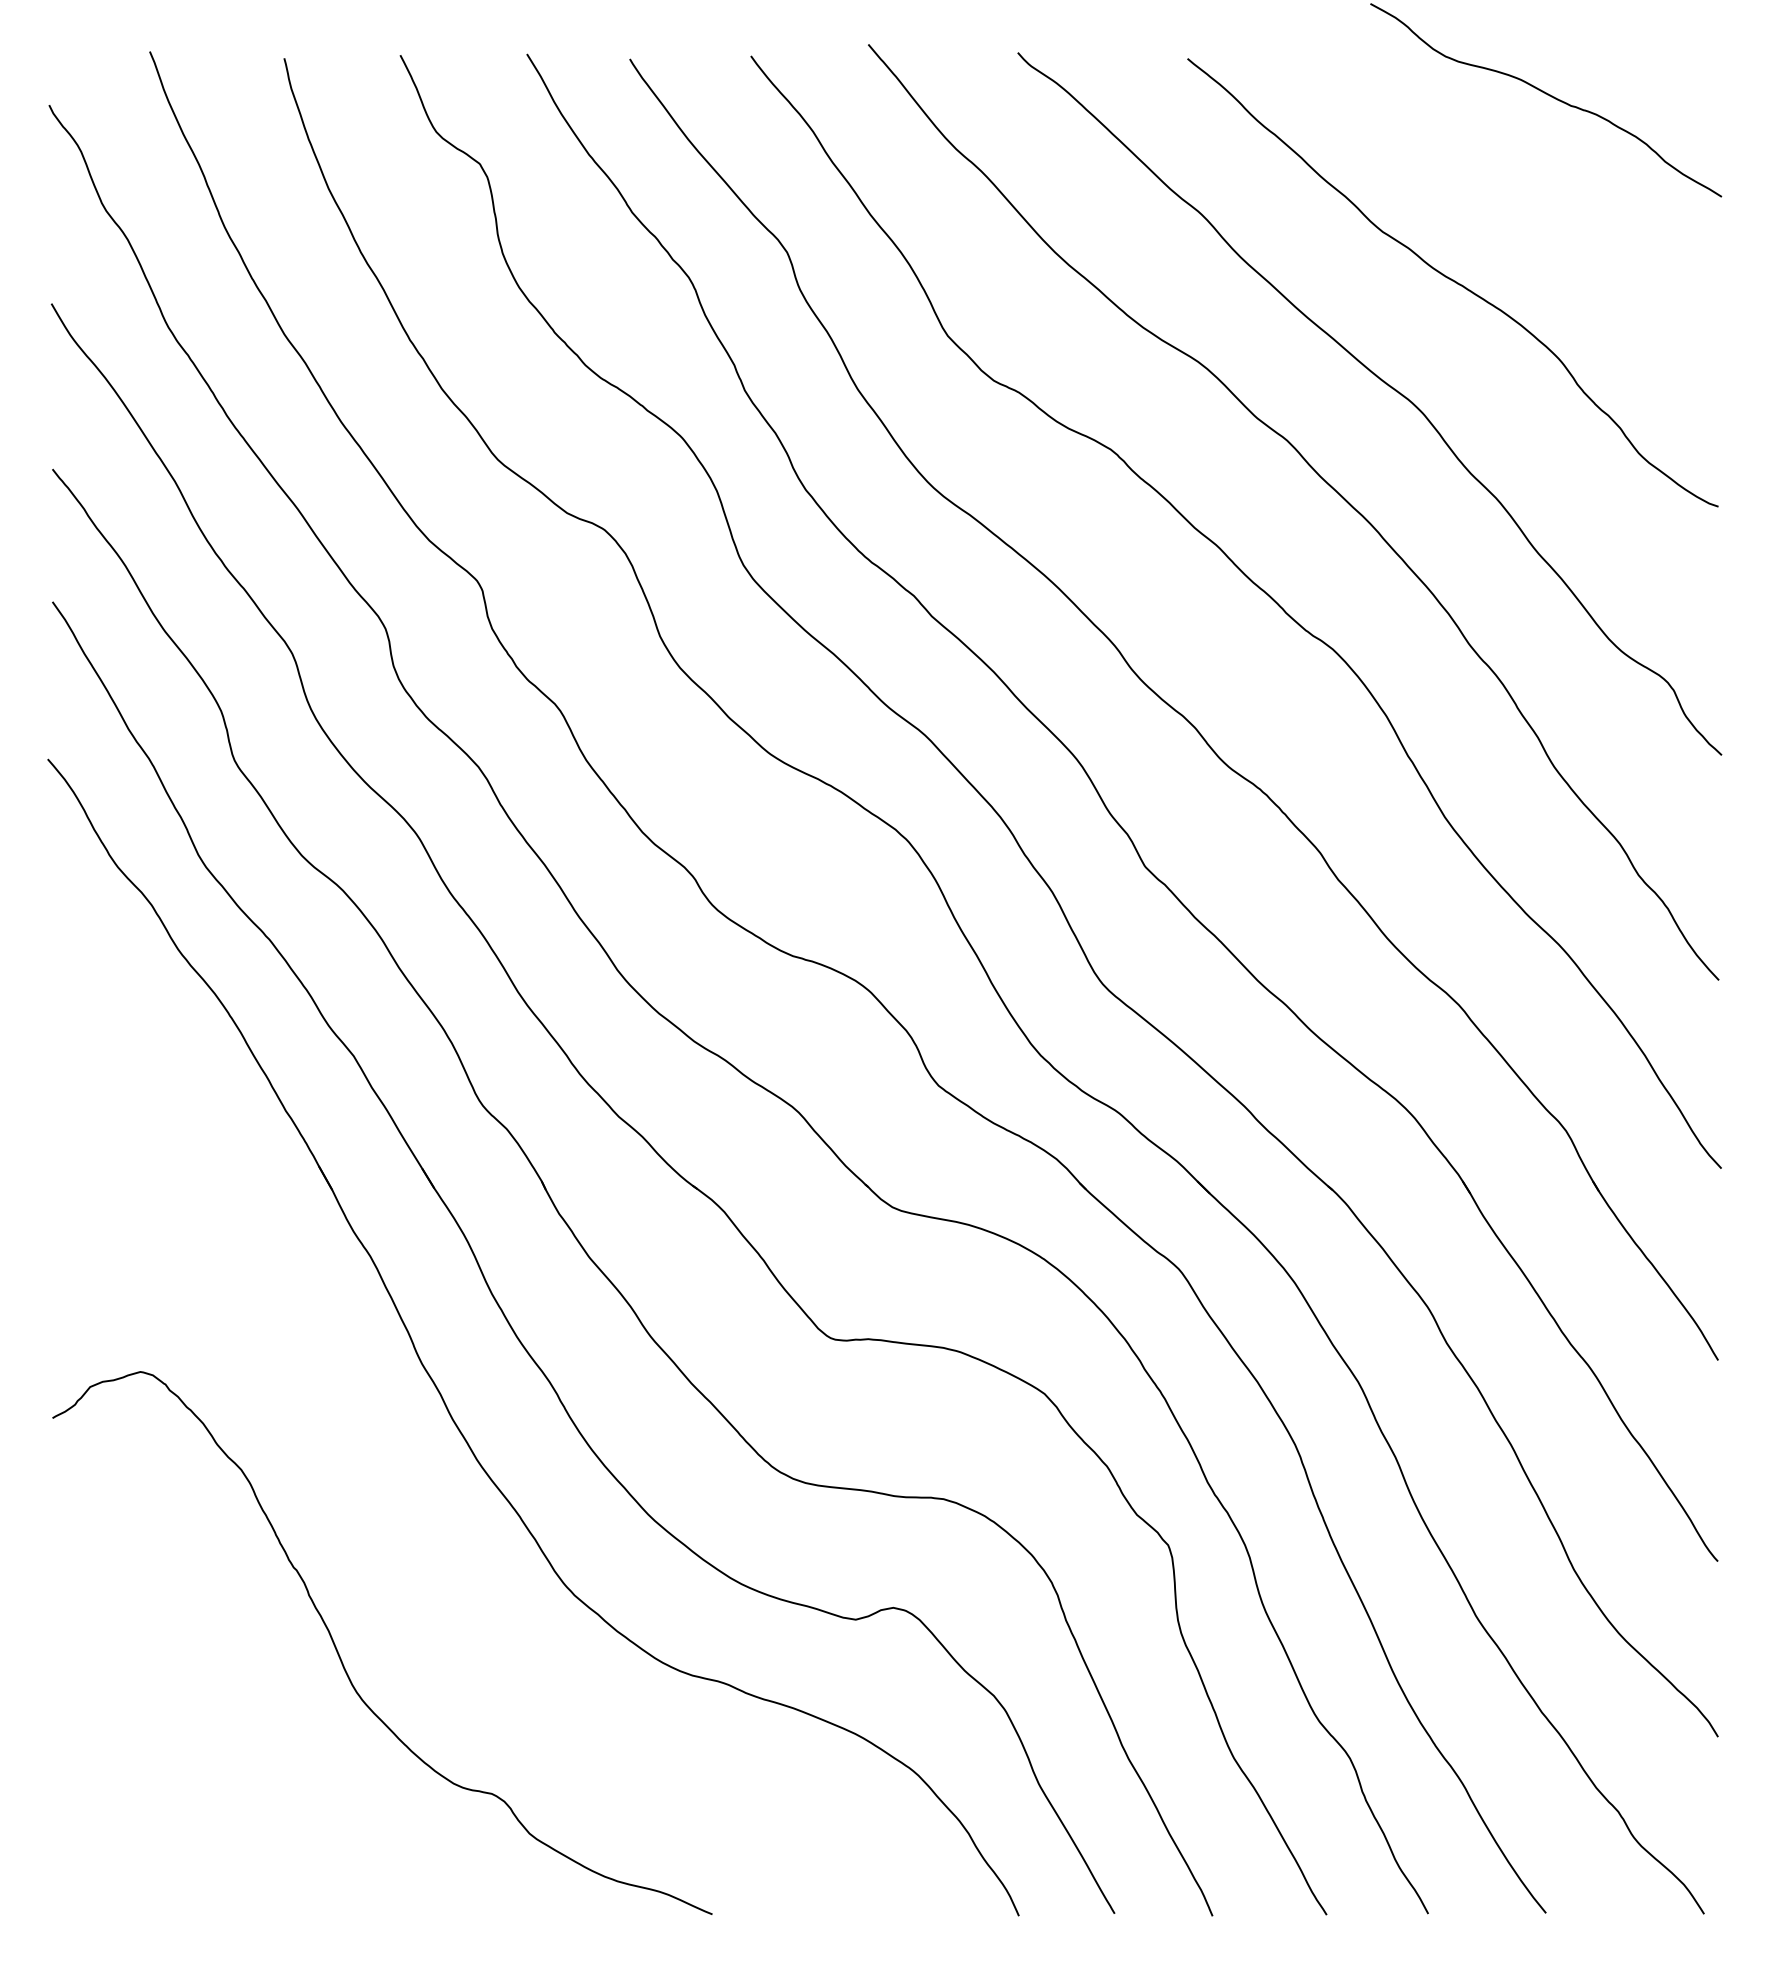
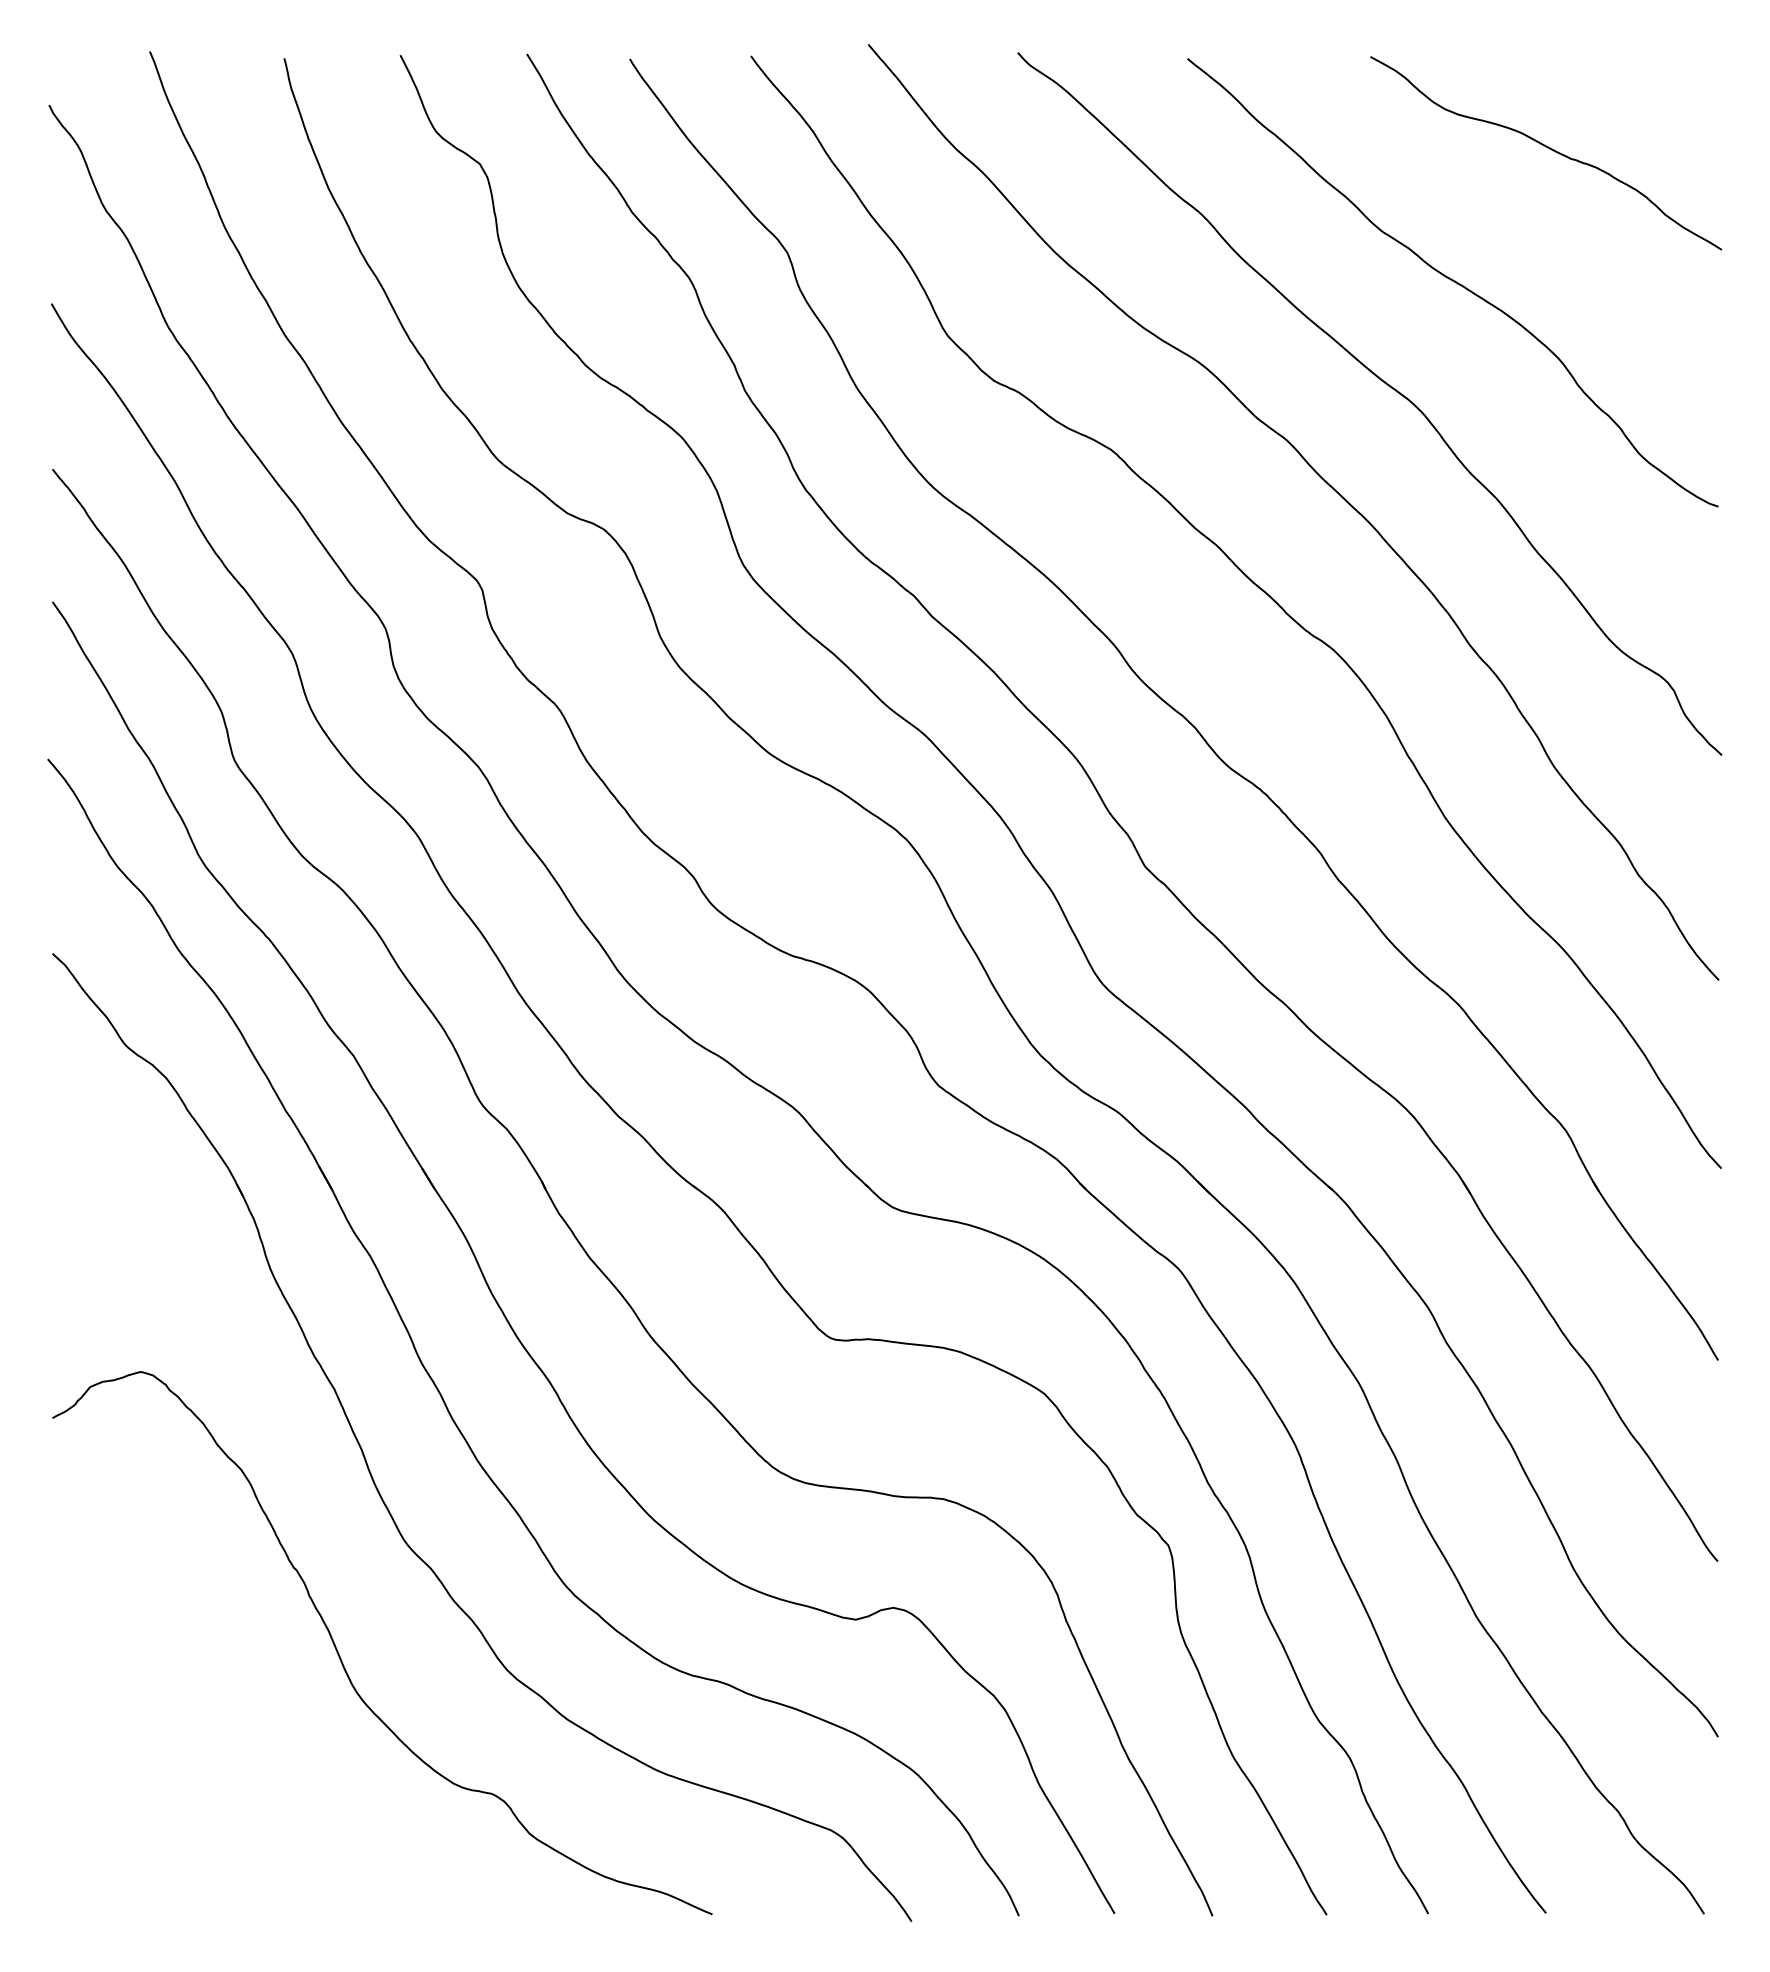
curve at (1549, 96) position: (1549, 96) -> (1549, 149)
part at (374, 1480): none -> present
